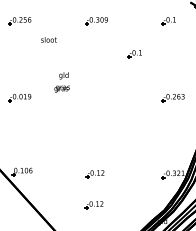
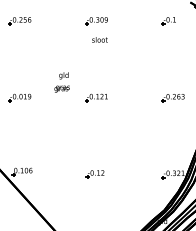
text at (48, 39) position: (48, 39) -> (99, 39)
part at (134, 54): present -> none
part at (96, 97): none -> present
part at (93, 205): present -> none
